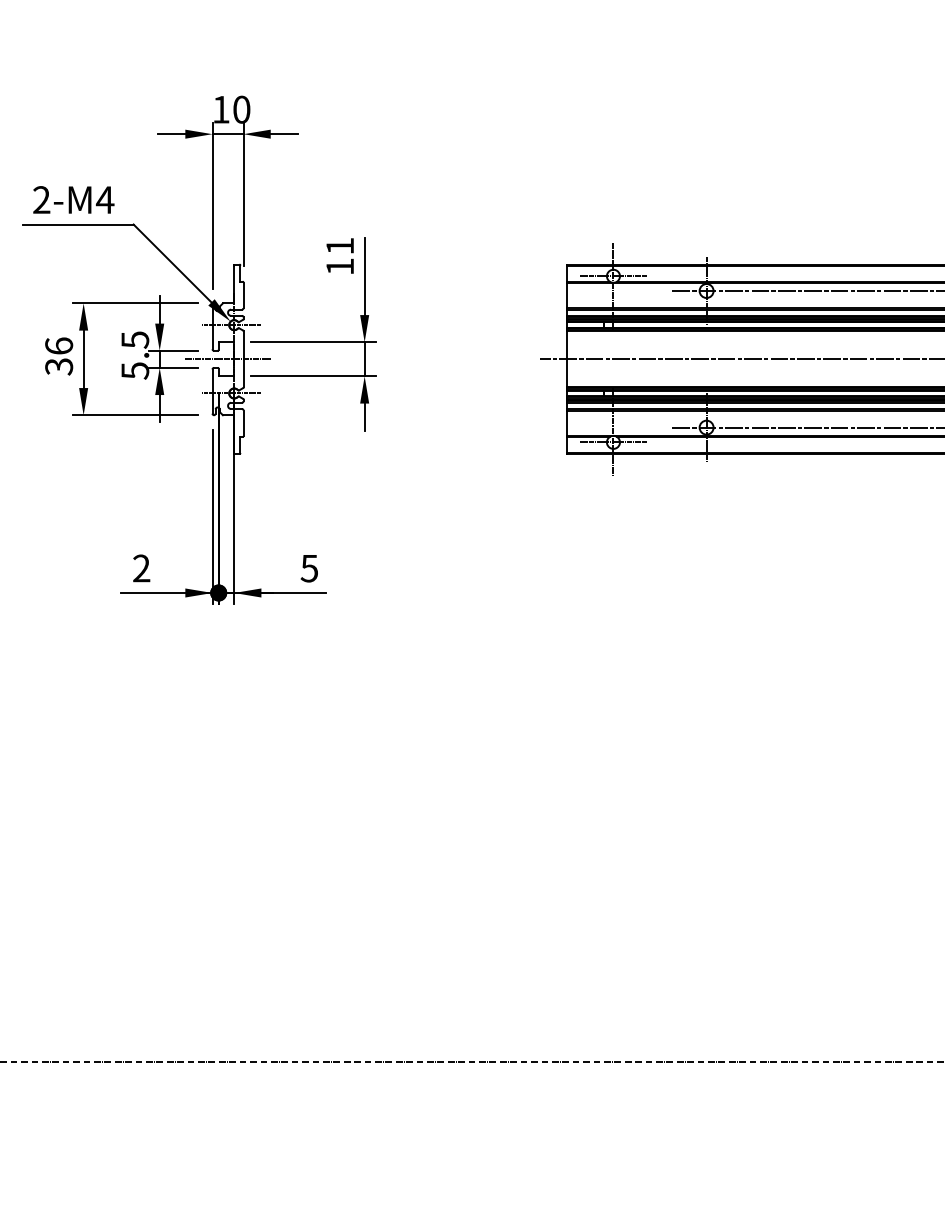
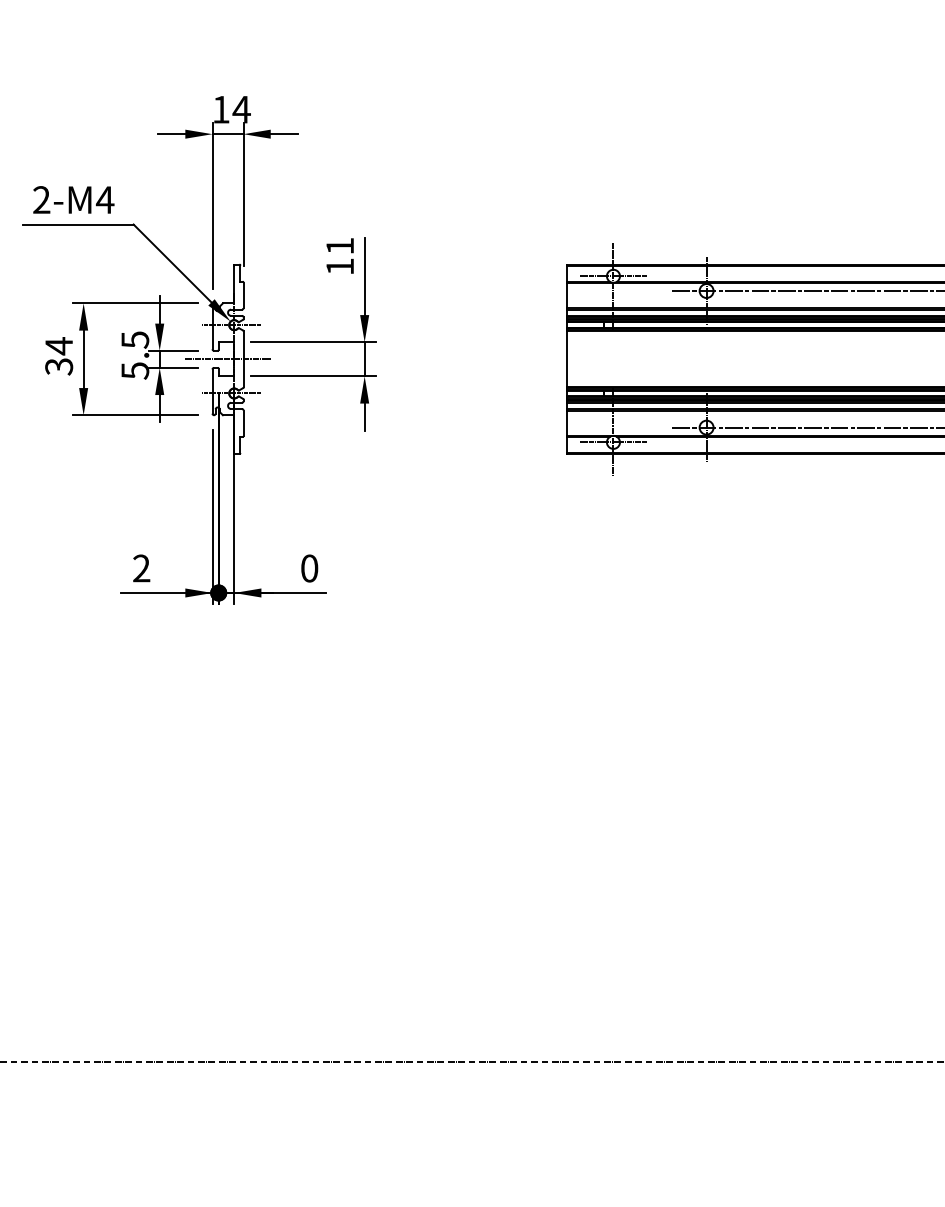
text at (241, 109): 10 -> 14
text at (59, 346): 36 -> 34
line at (740, 359): present -> none
text at (309, 568): 5 -> 0
